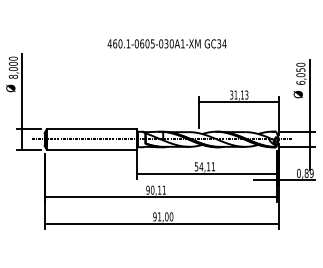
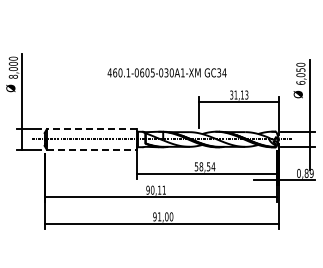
text at (166, 43) position: (166, 43) -> (166, 72)
line at (91, 129): solid -> dashed
line at (92, 149): solid -> dashed
text at (207, 166): 54,11 -> 58,54
